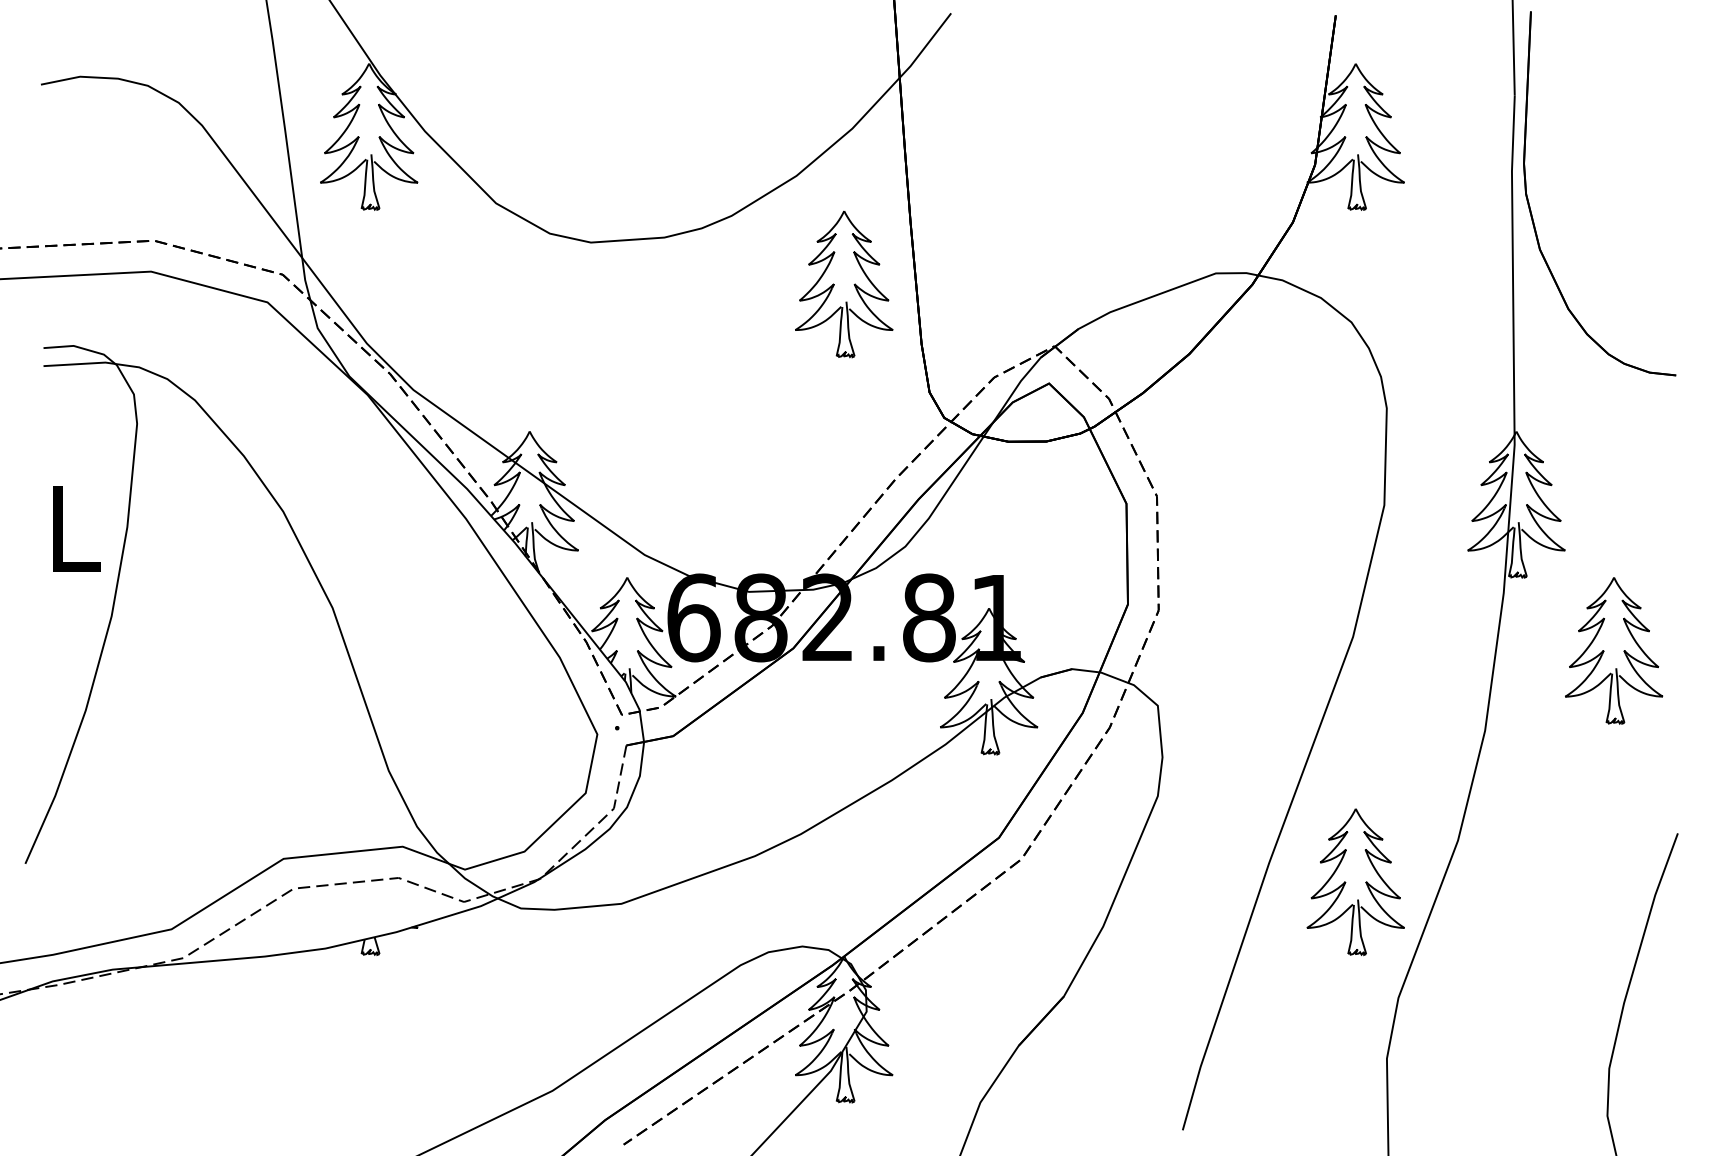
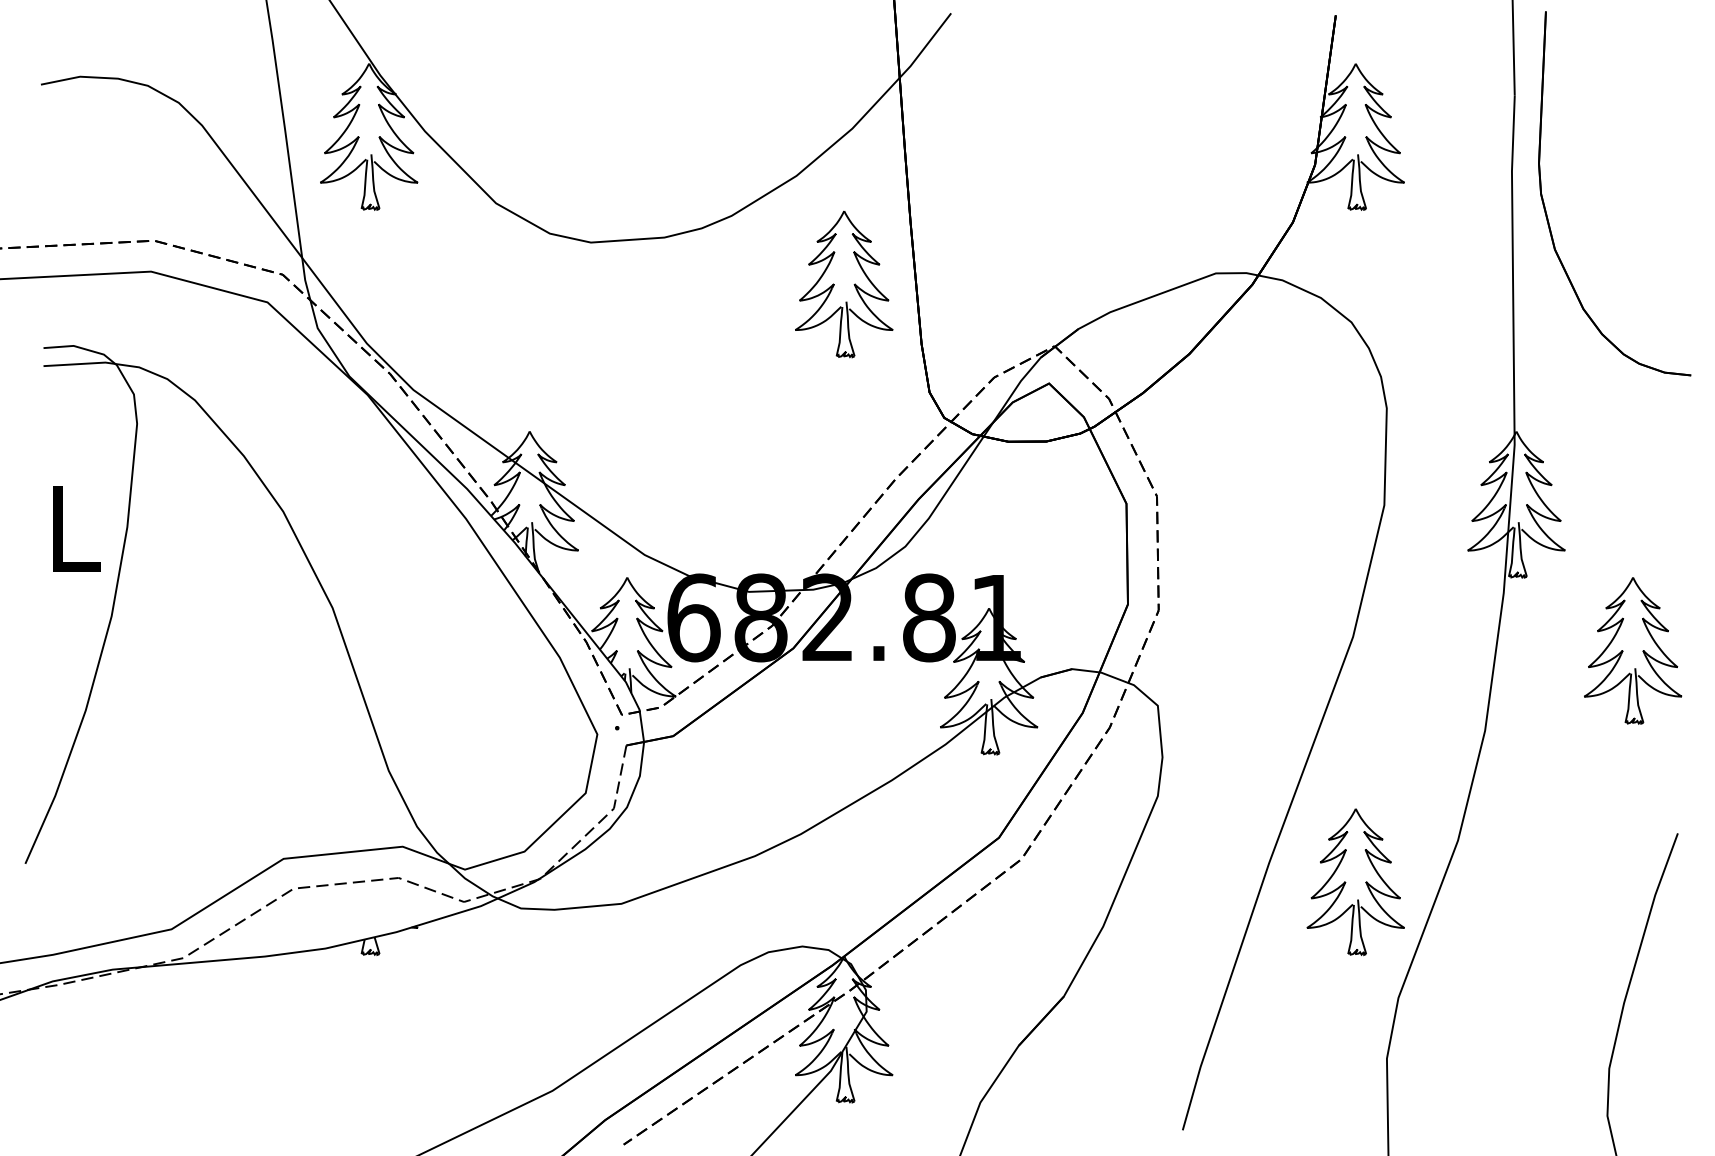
part at (1531, 210) position: (1531, 210) -> (1546, 210)
part at (1614, 650) position: (1614, 650) -> (1633, 650)
